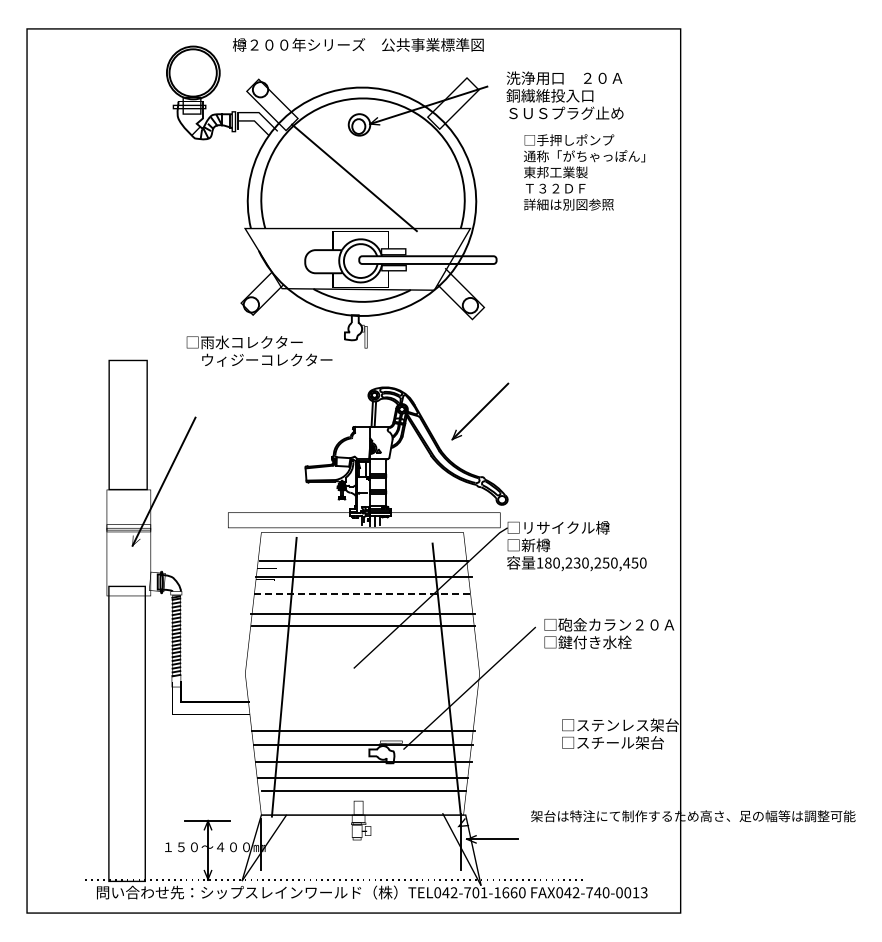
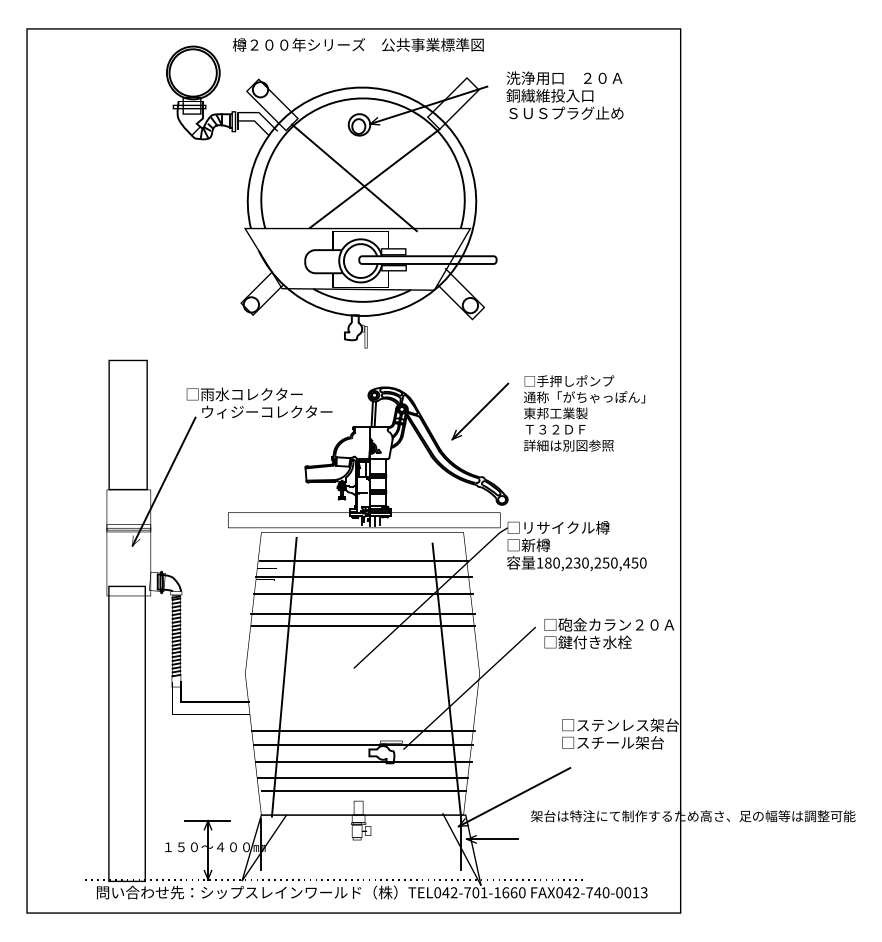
text at (584, 172) position: (584, 172) -> (584, 413)
line at (374, 178): none -> present
text at (259, 350) position: (259, 350) -> (259, 402)
line at (363, 593): dashed -> solid
line at (514, 797): none -> present
